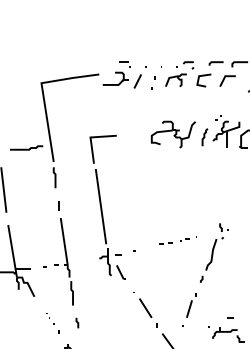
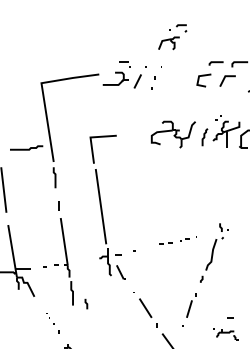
part at (179, 74) position: (179, 74) -> (172, 37)
line at (77, 322) position: (77, 322) -> (86, 303)
part at (226, 334) size: 37x17 px -> 26x13 px
